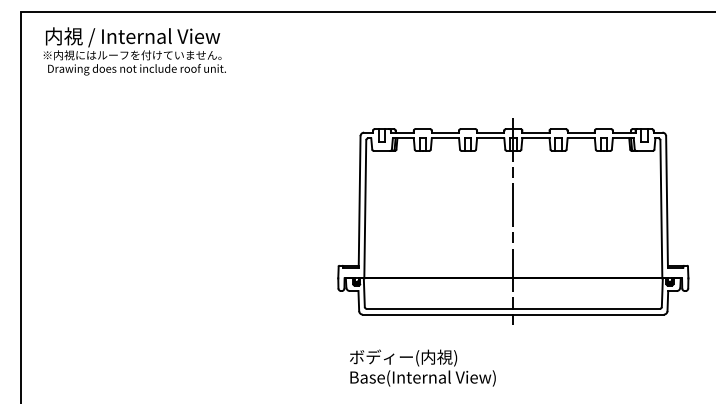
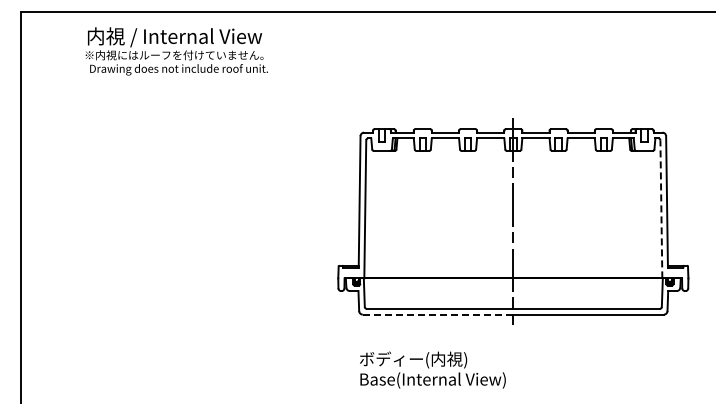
text at (134, 51) position: (134, 51) -> (176, 51)
line at (661, 208): solid -> dashed
line at (437, 314): solid -> dashed
text at (422, 367) position: (422, 367) -> (432, 369)
